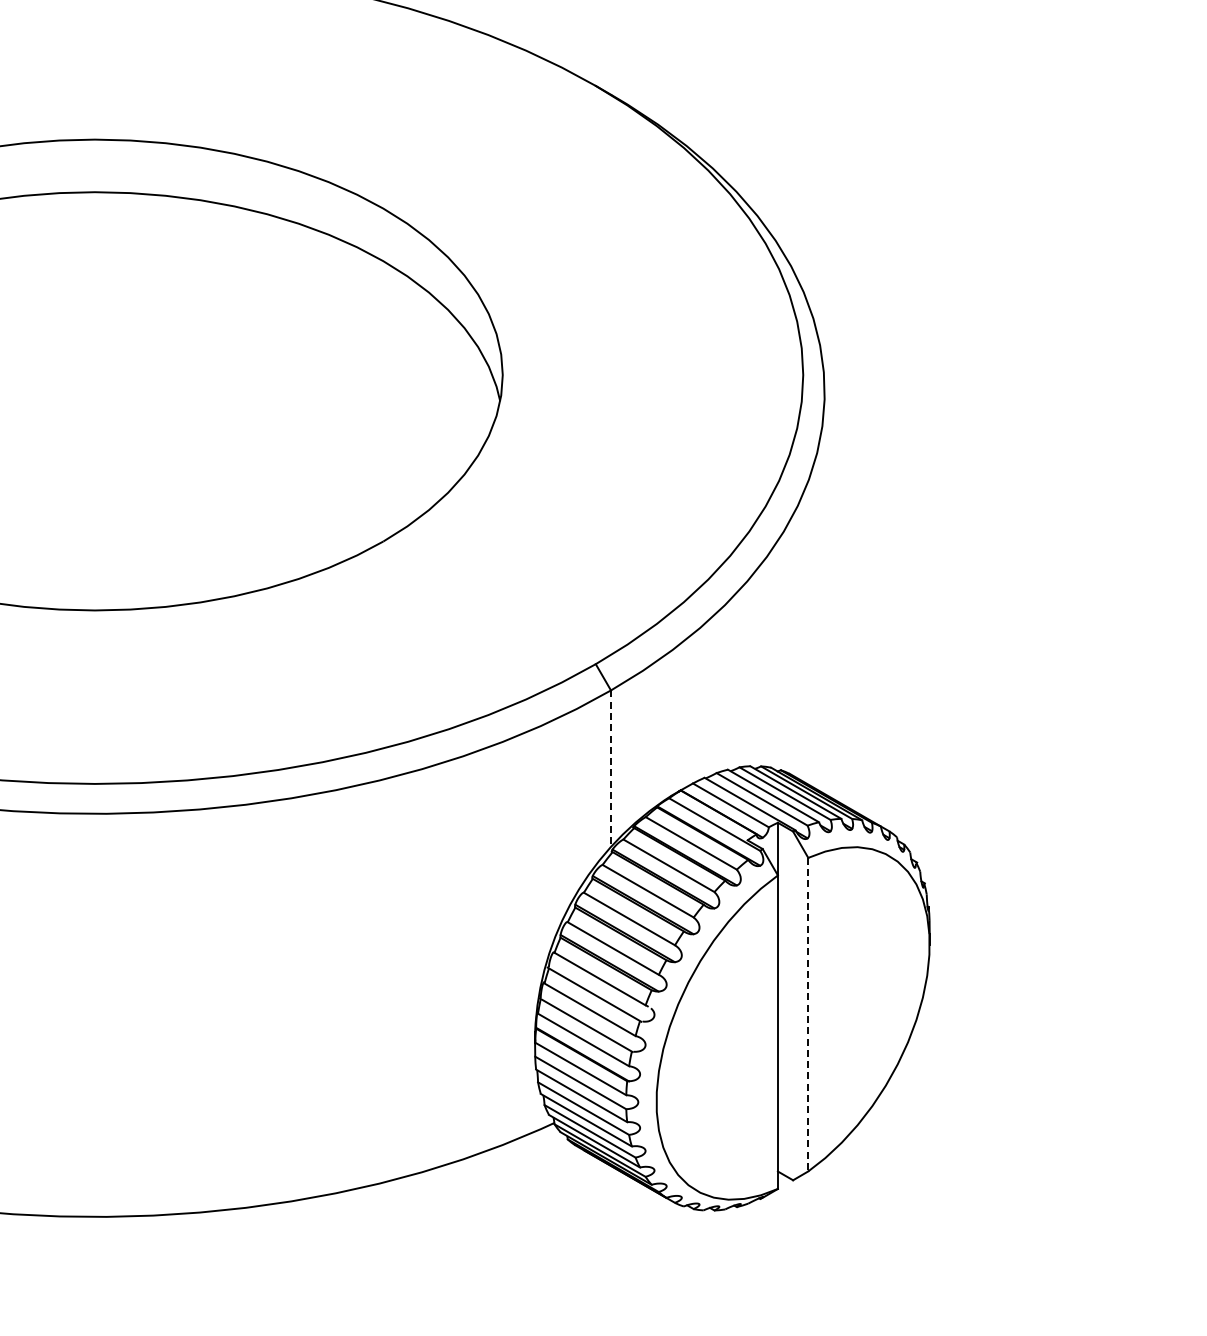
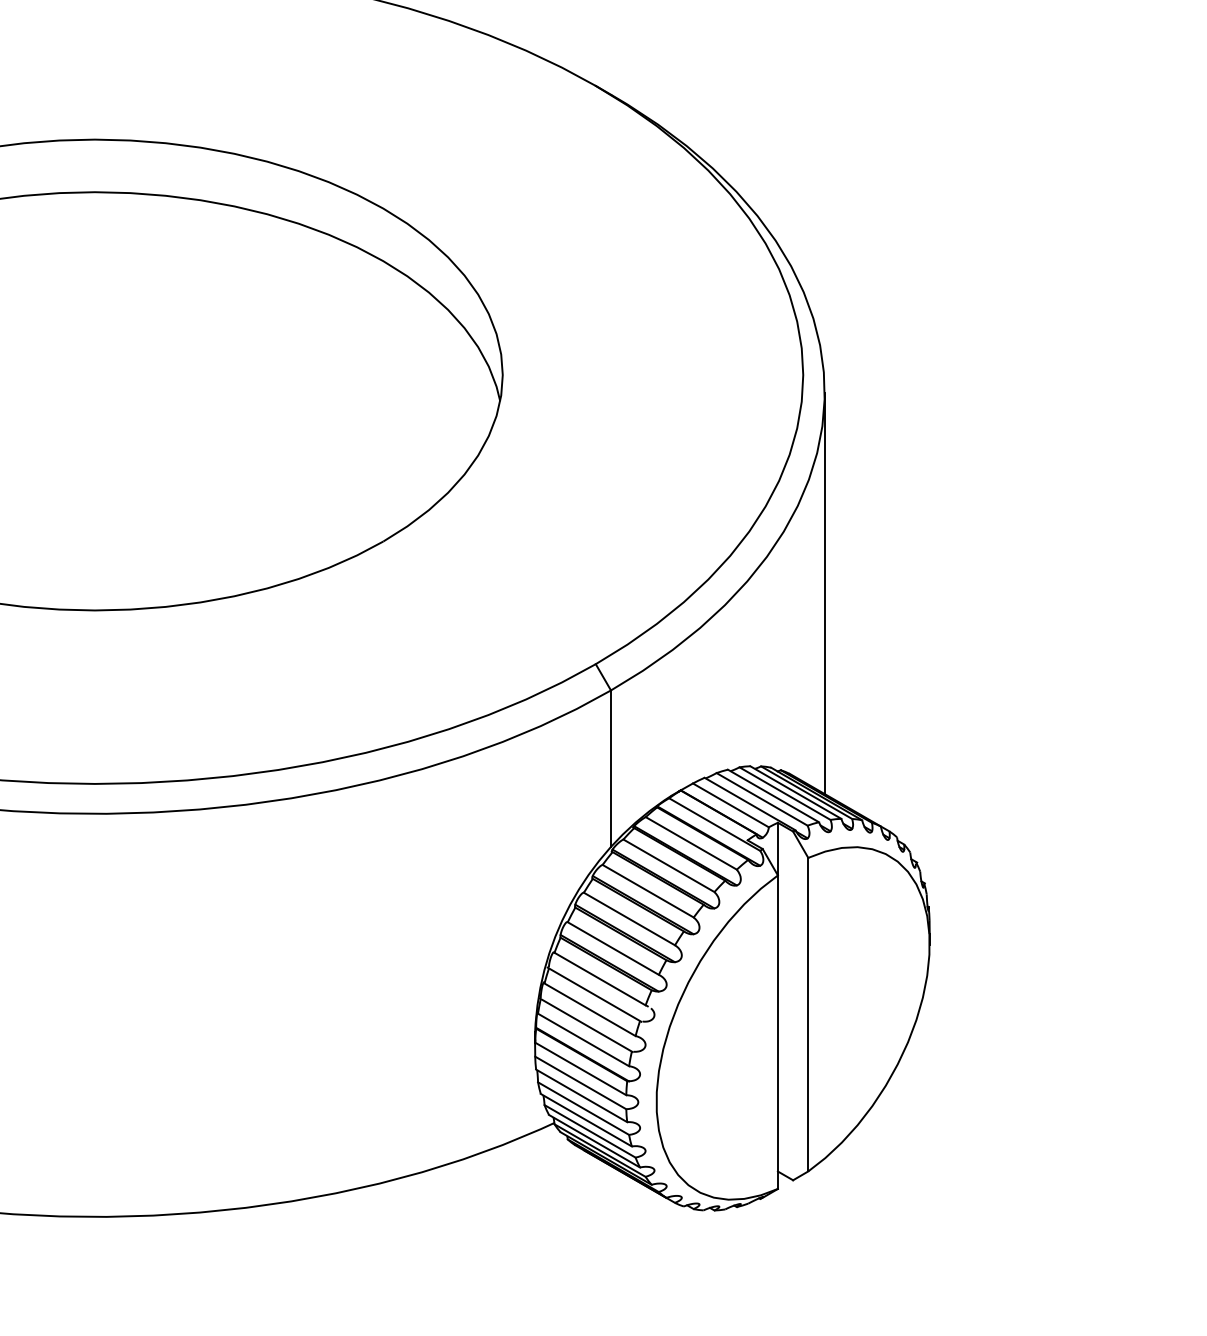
line at (824, 593): none -> present
line at (610, 769): dashed -> solid
line at (808, 1014): dashed -> solid
